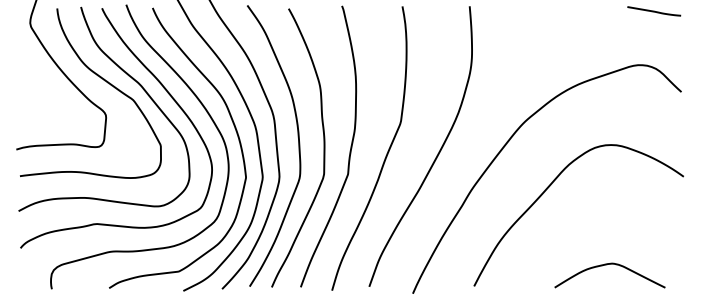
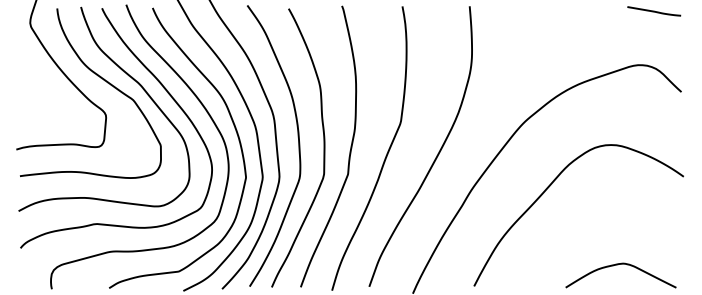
curve at (607, 265) position: (607, 265) -> (618, 265)
